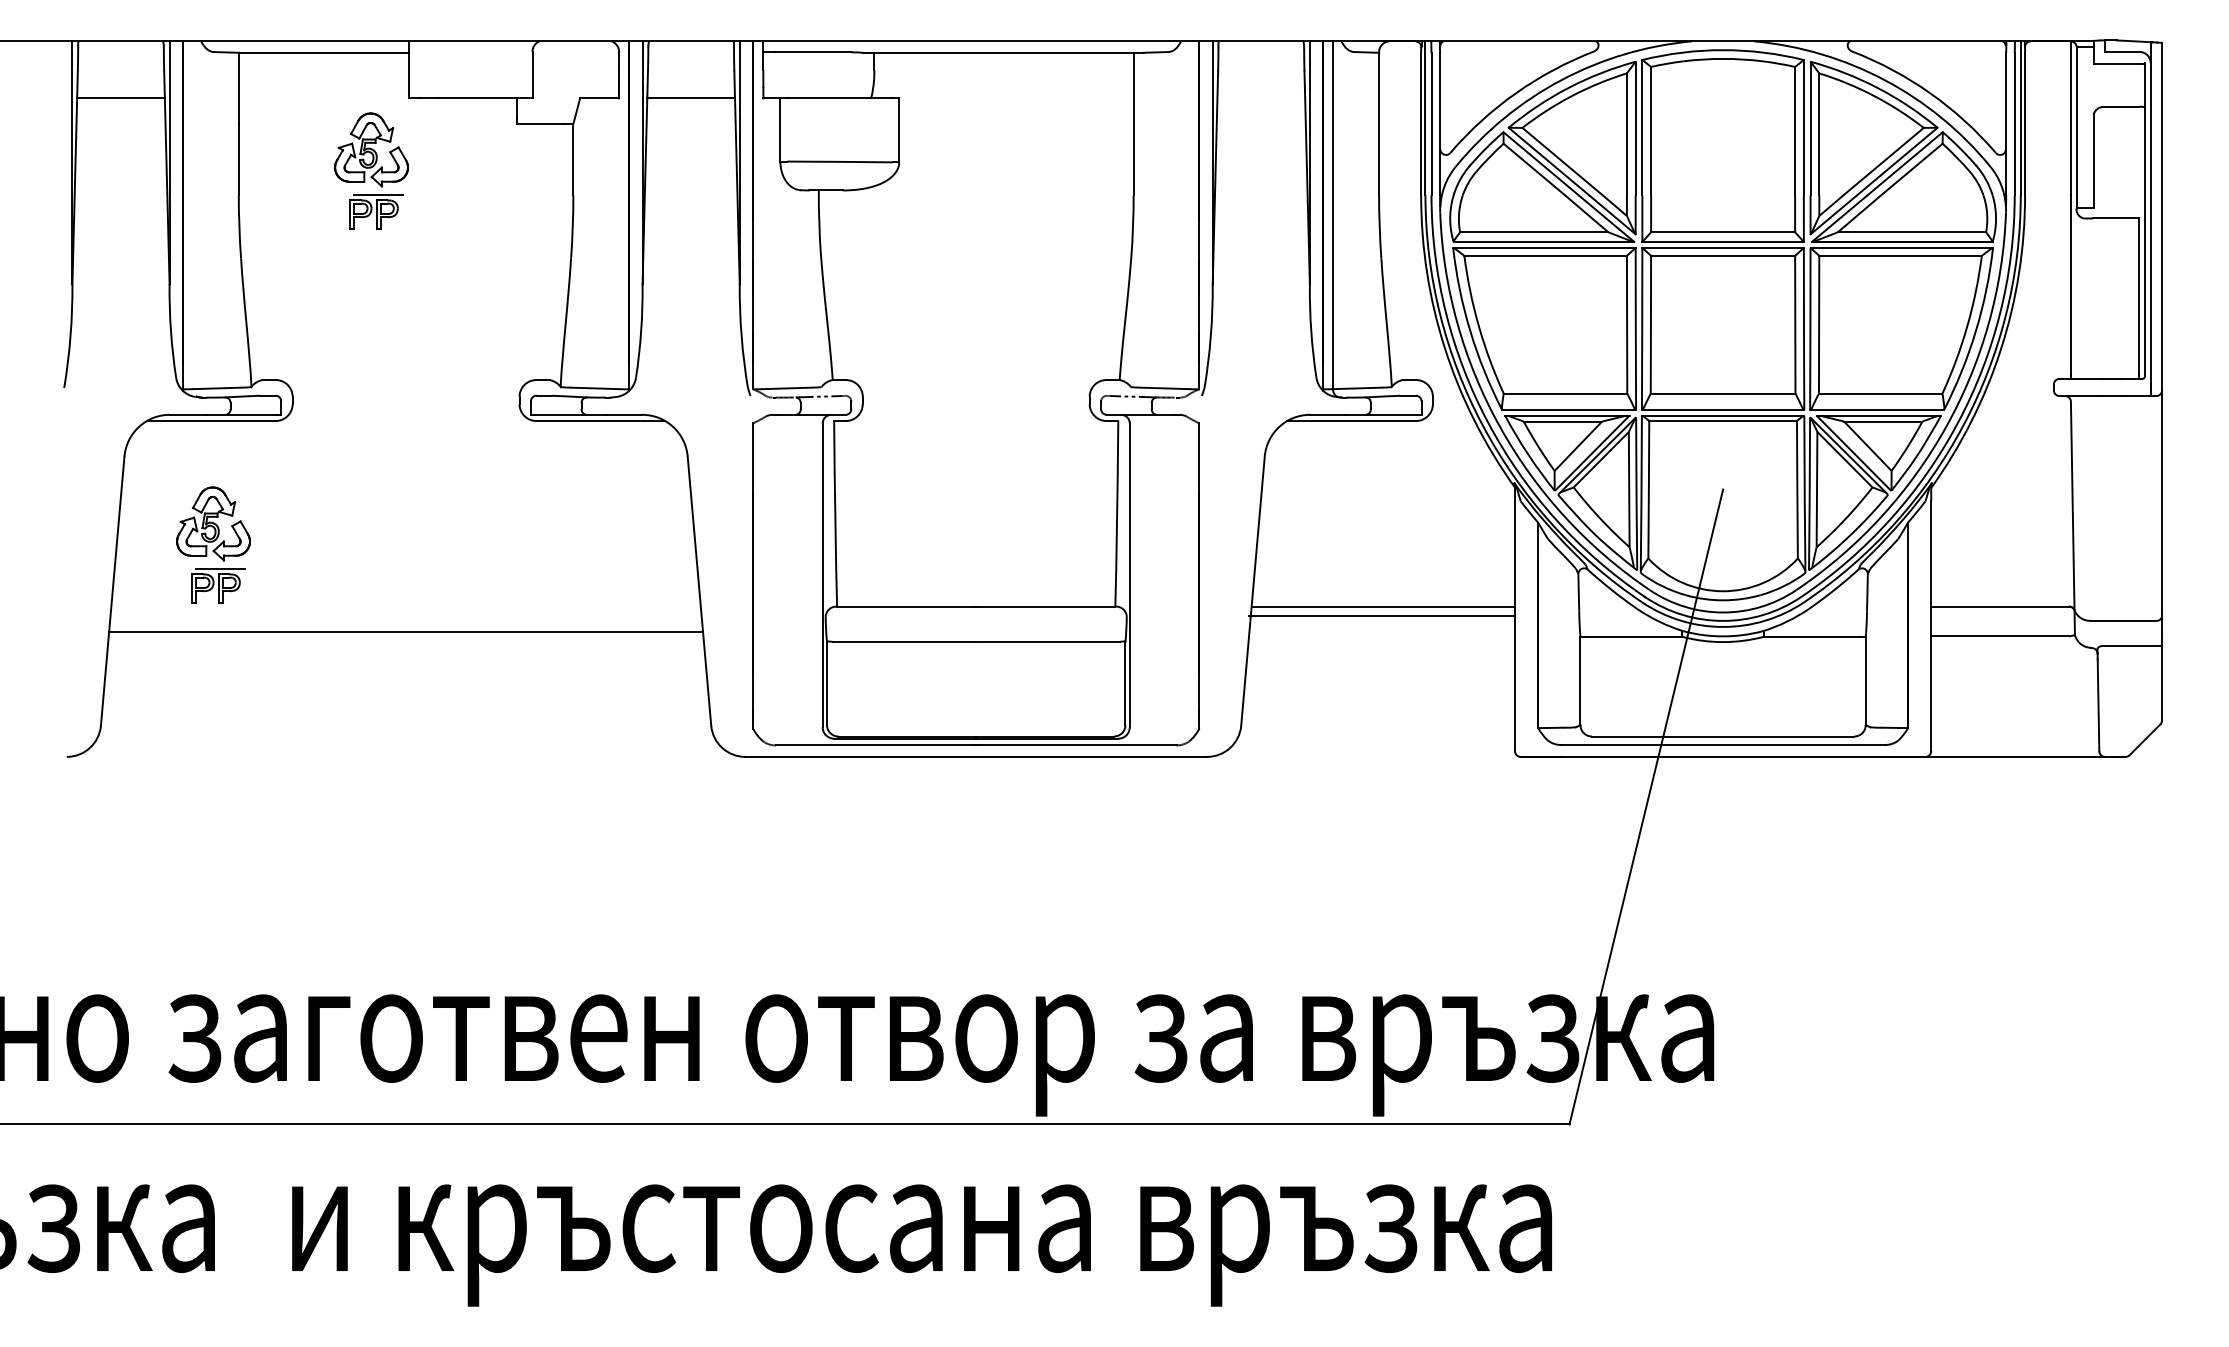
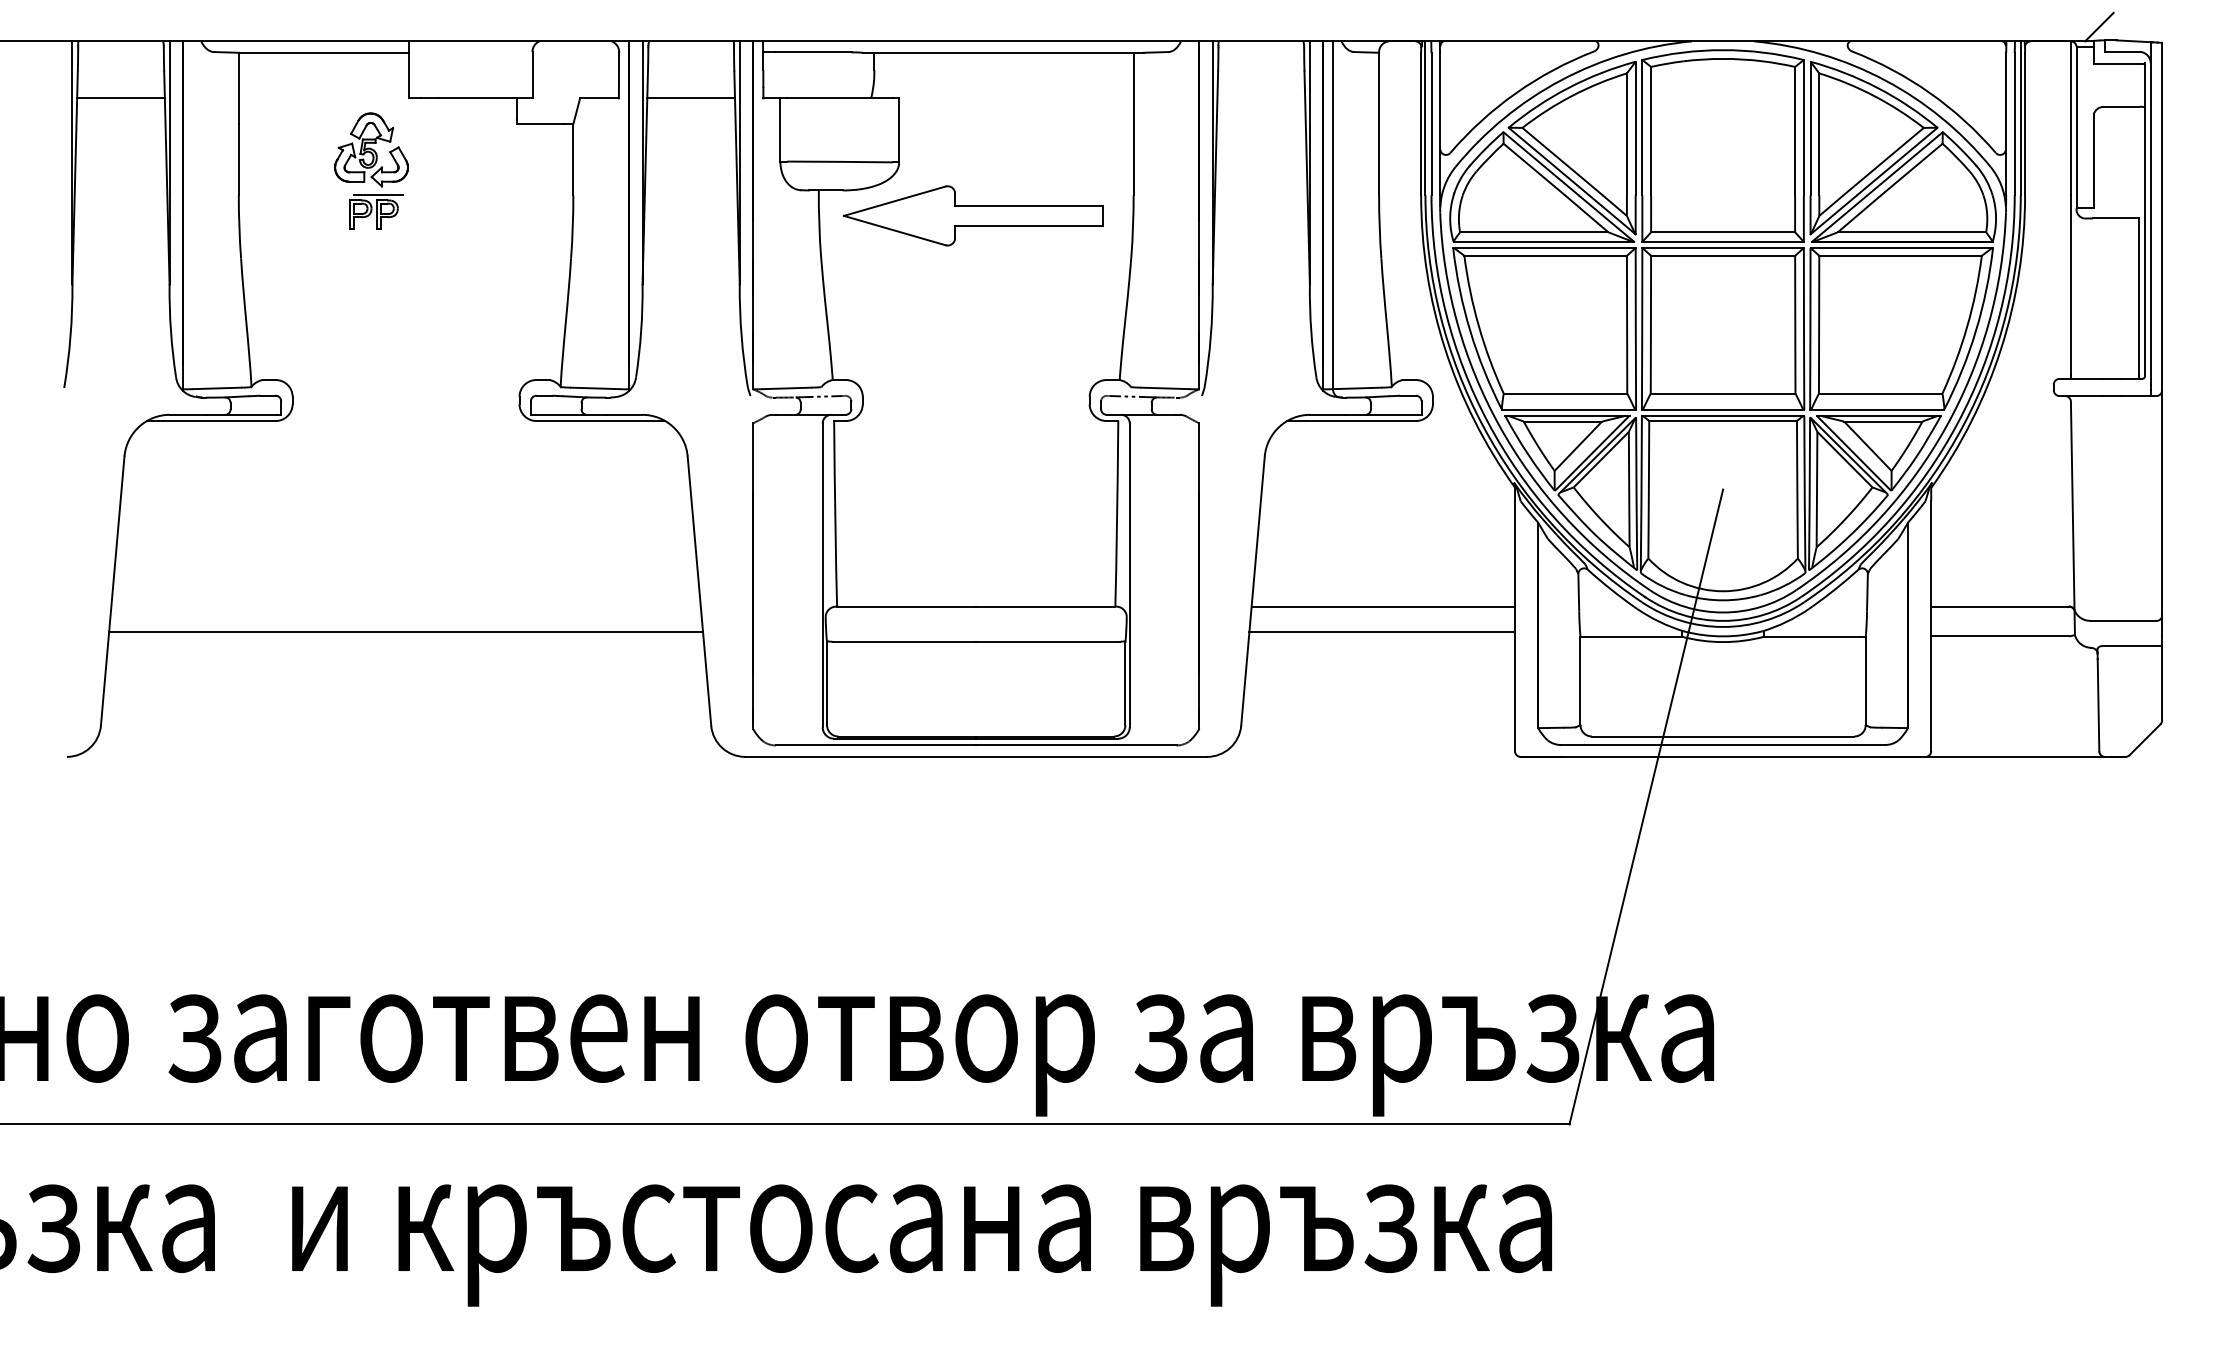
line at (2099, 26): none -> present
part at (972, 215): none -> present
part at (213, 544): present -> none
line at (1382, 615) position: (1382, 615) -> (1382, 631)
